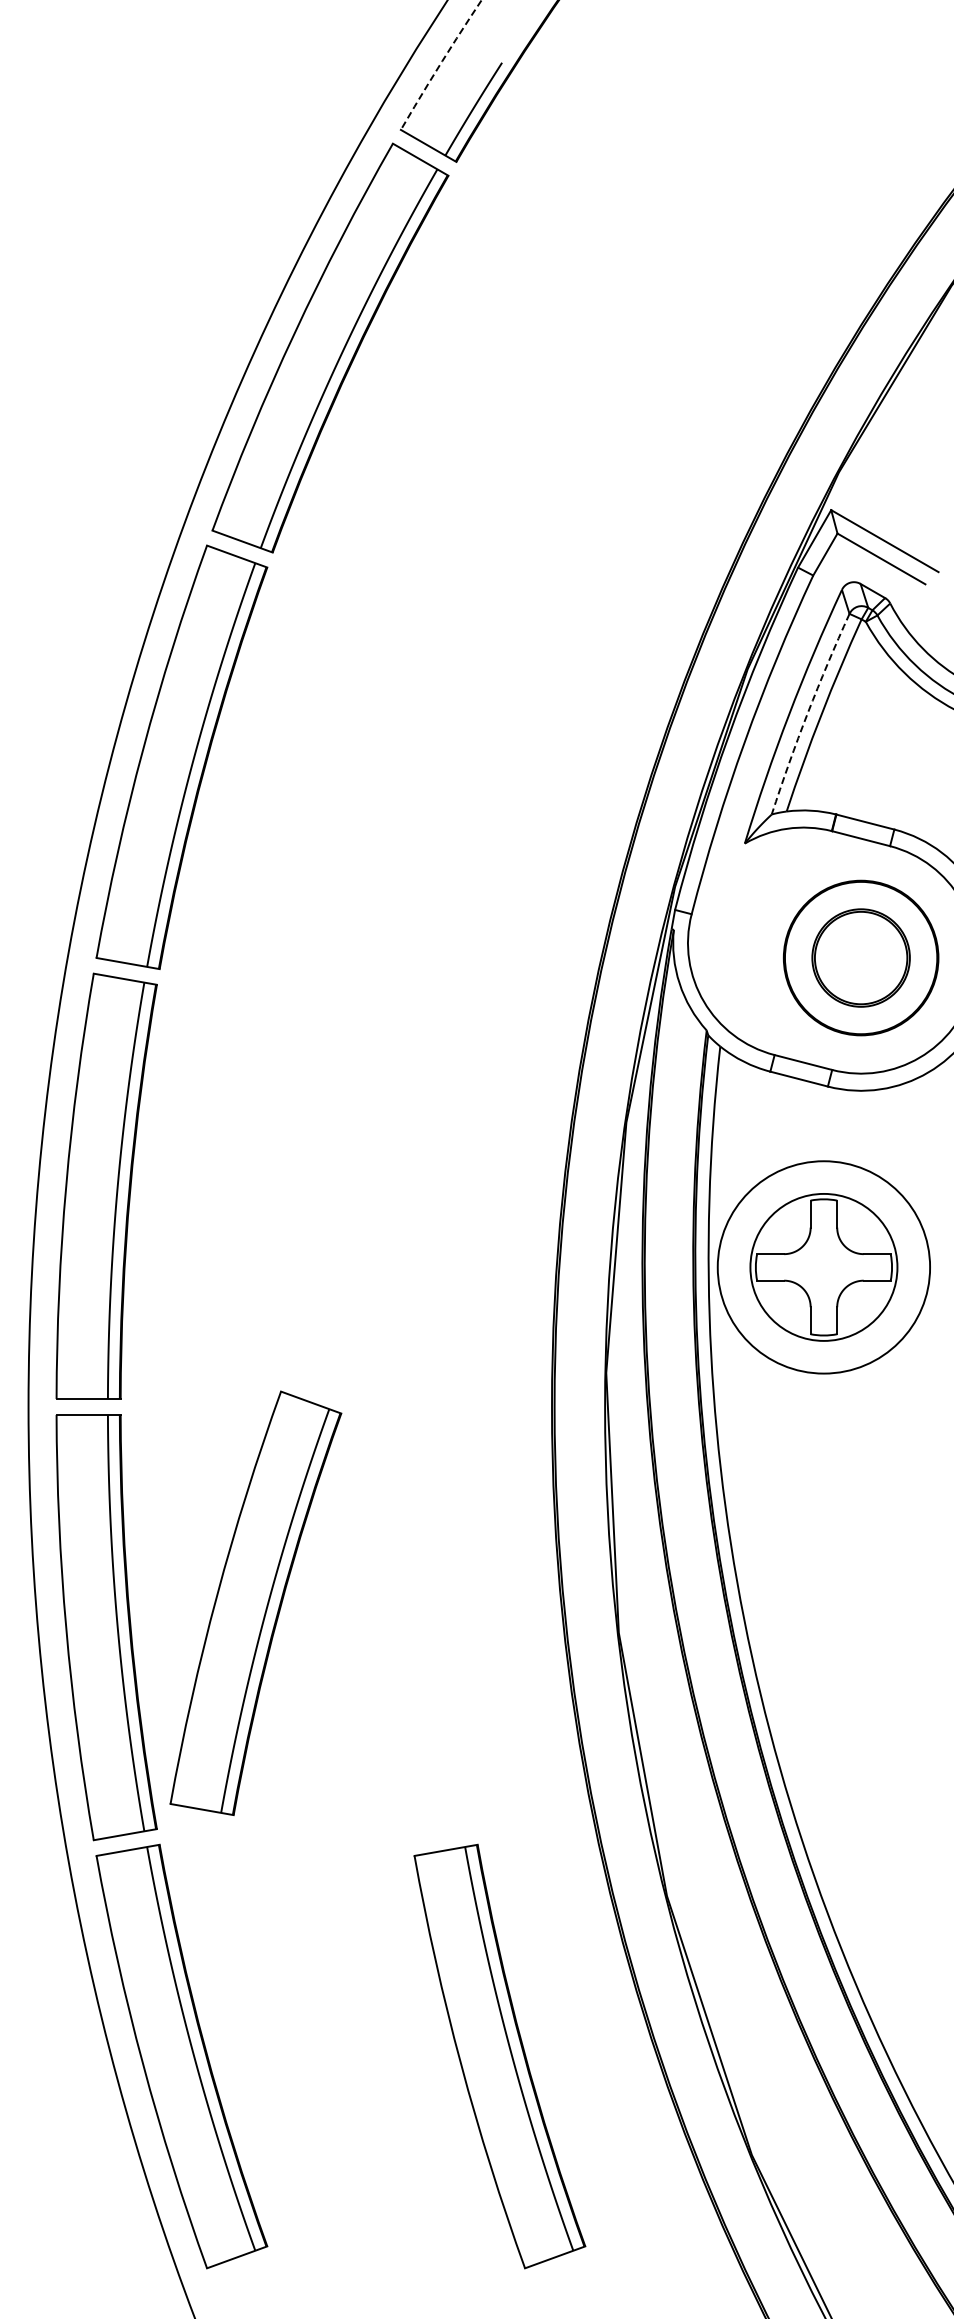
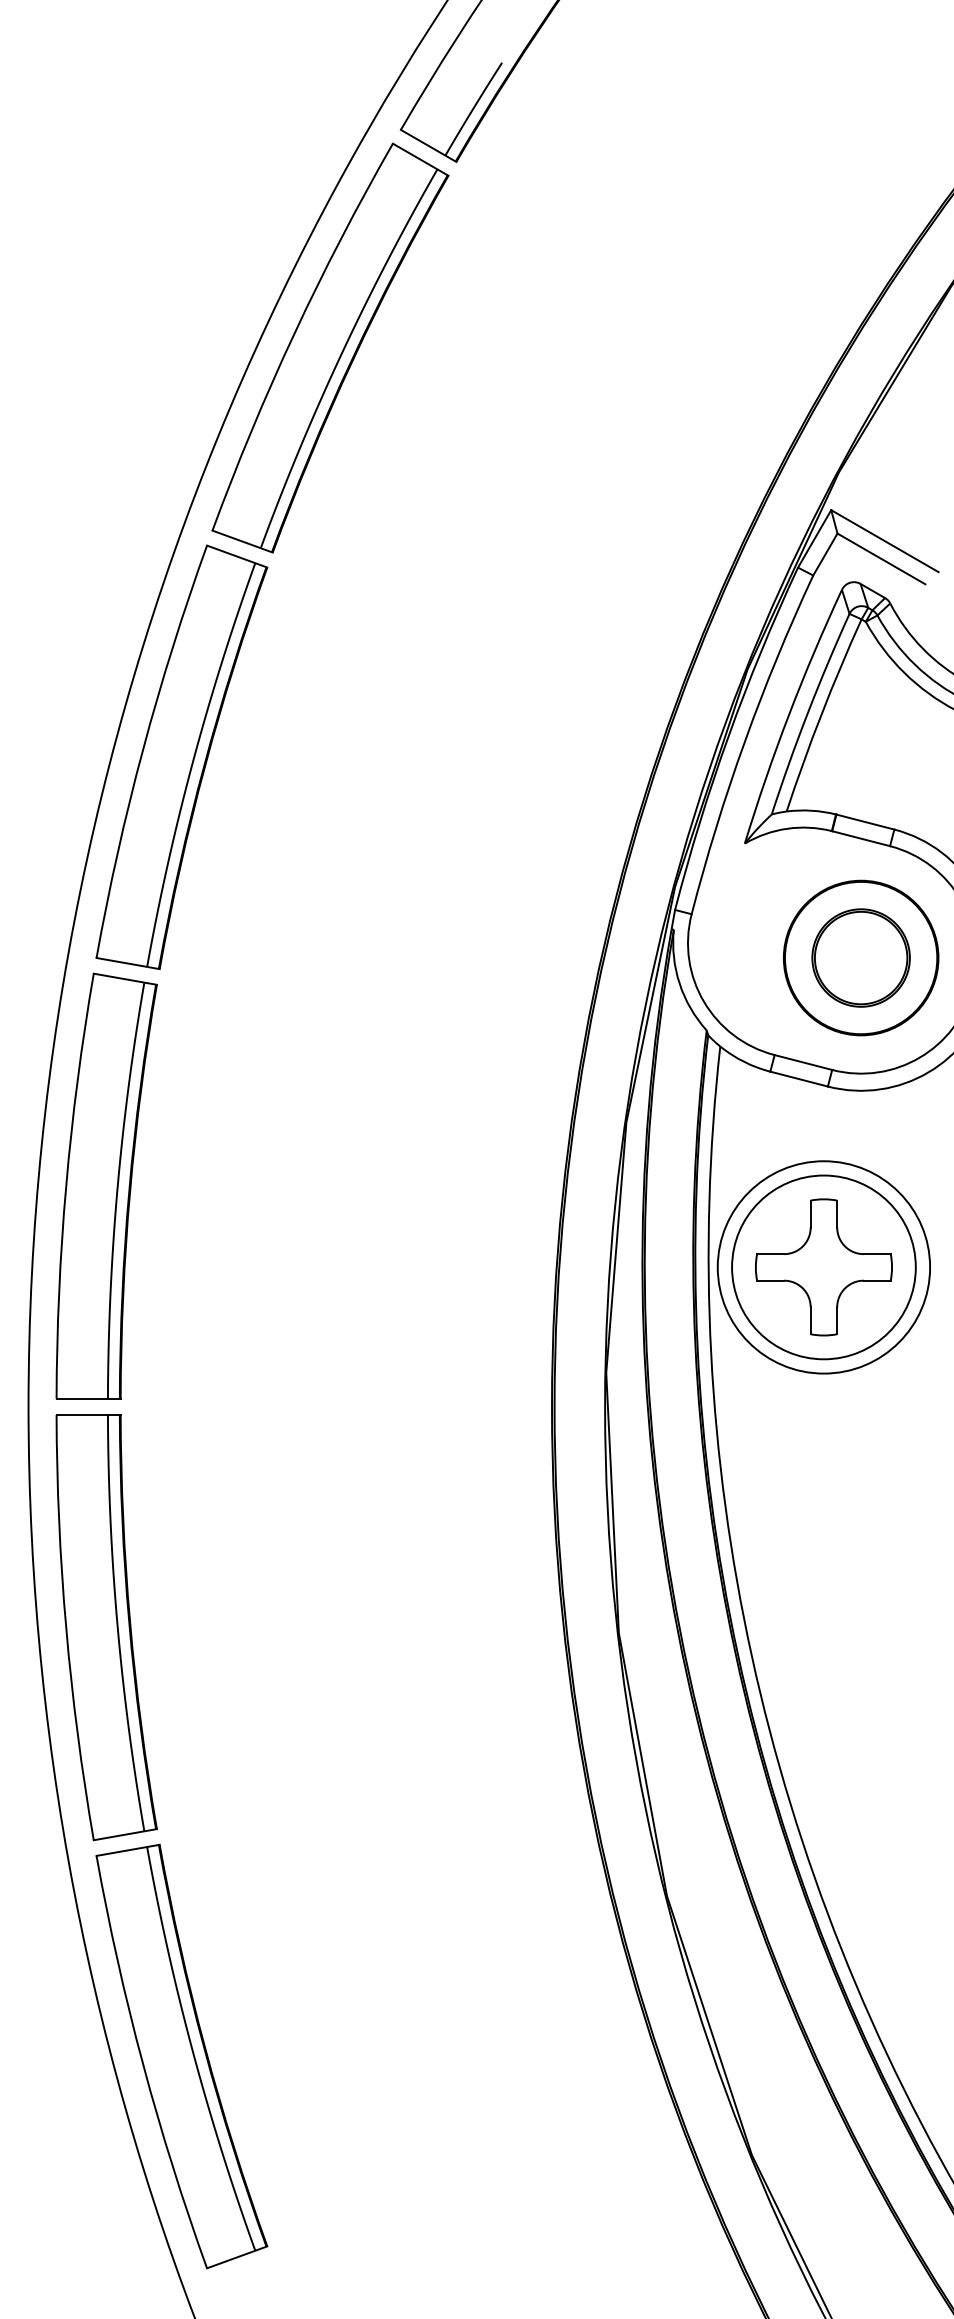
arc at (440, 64): dashed -> solid
arc at (807, 713): dashed -> solid
circle at (823, 1266) diameter: 147 px -> 184 px
part at (255, 1602): present -> none
part at (499, 2056): present -> none
